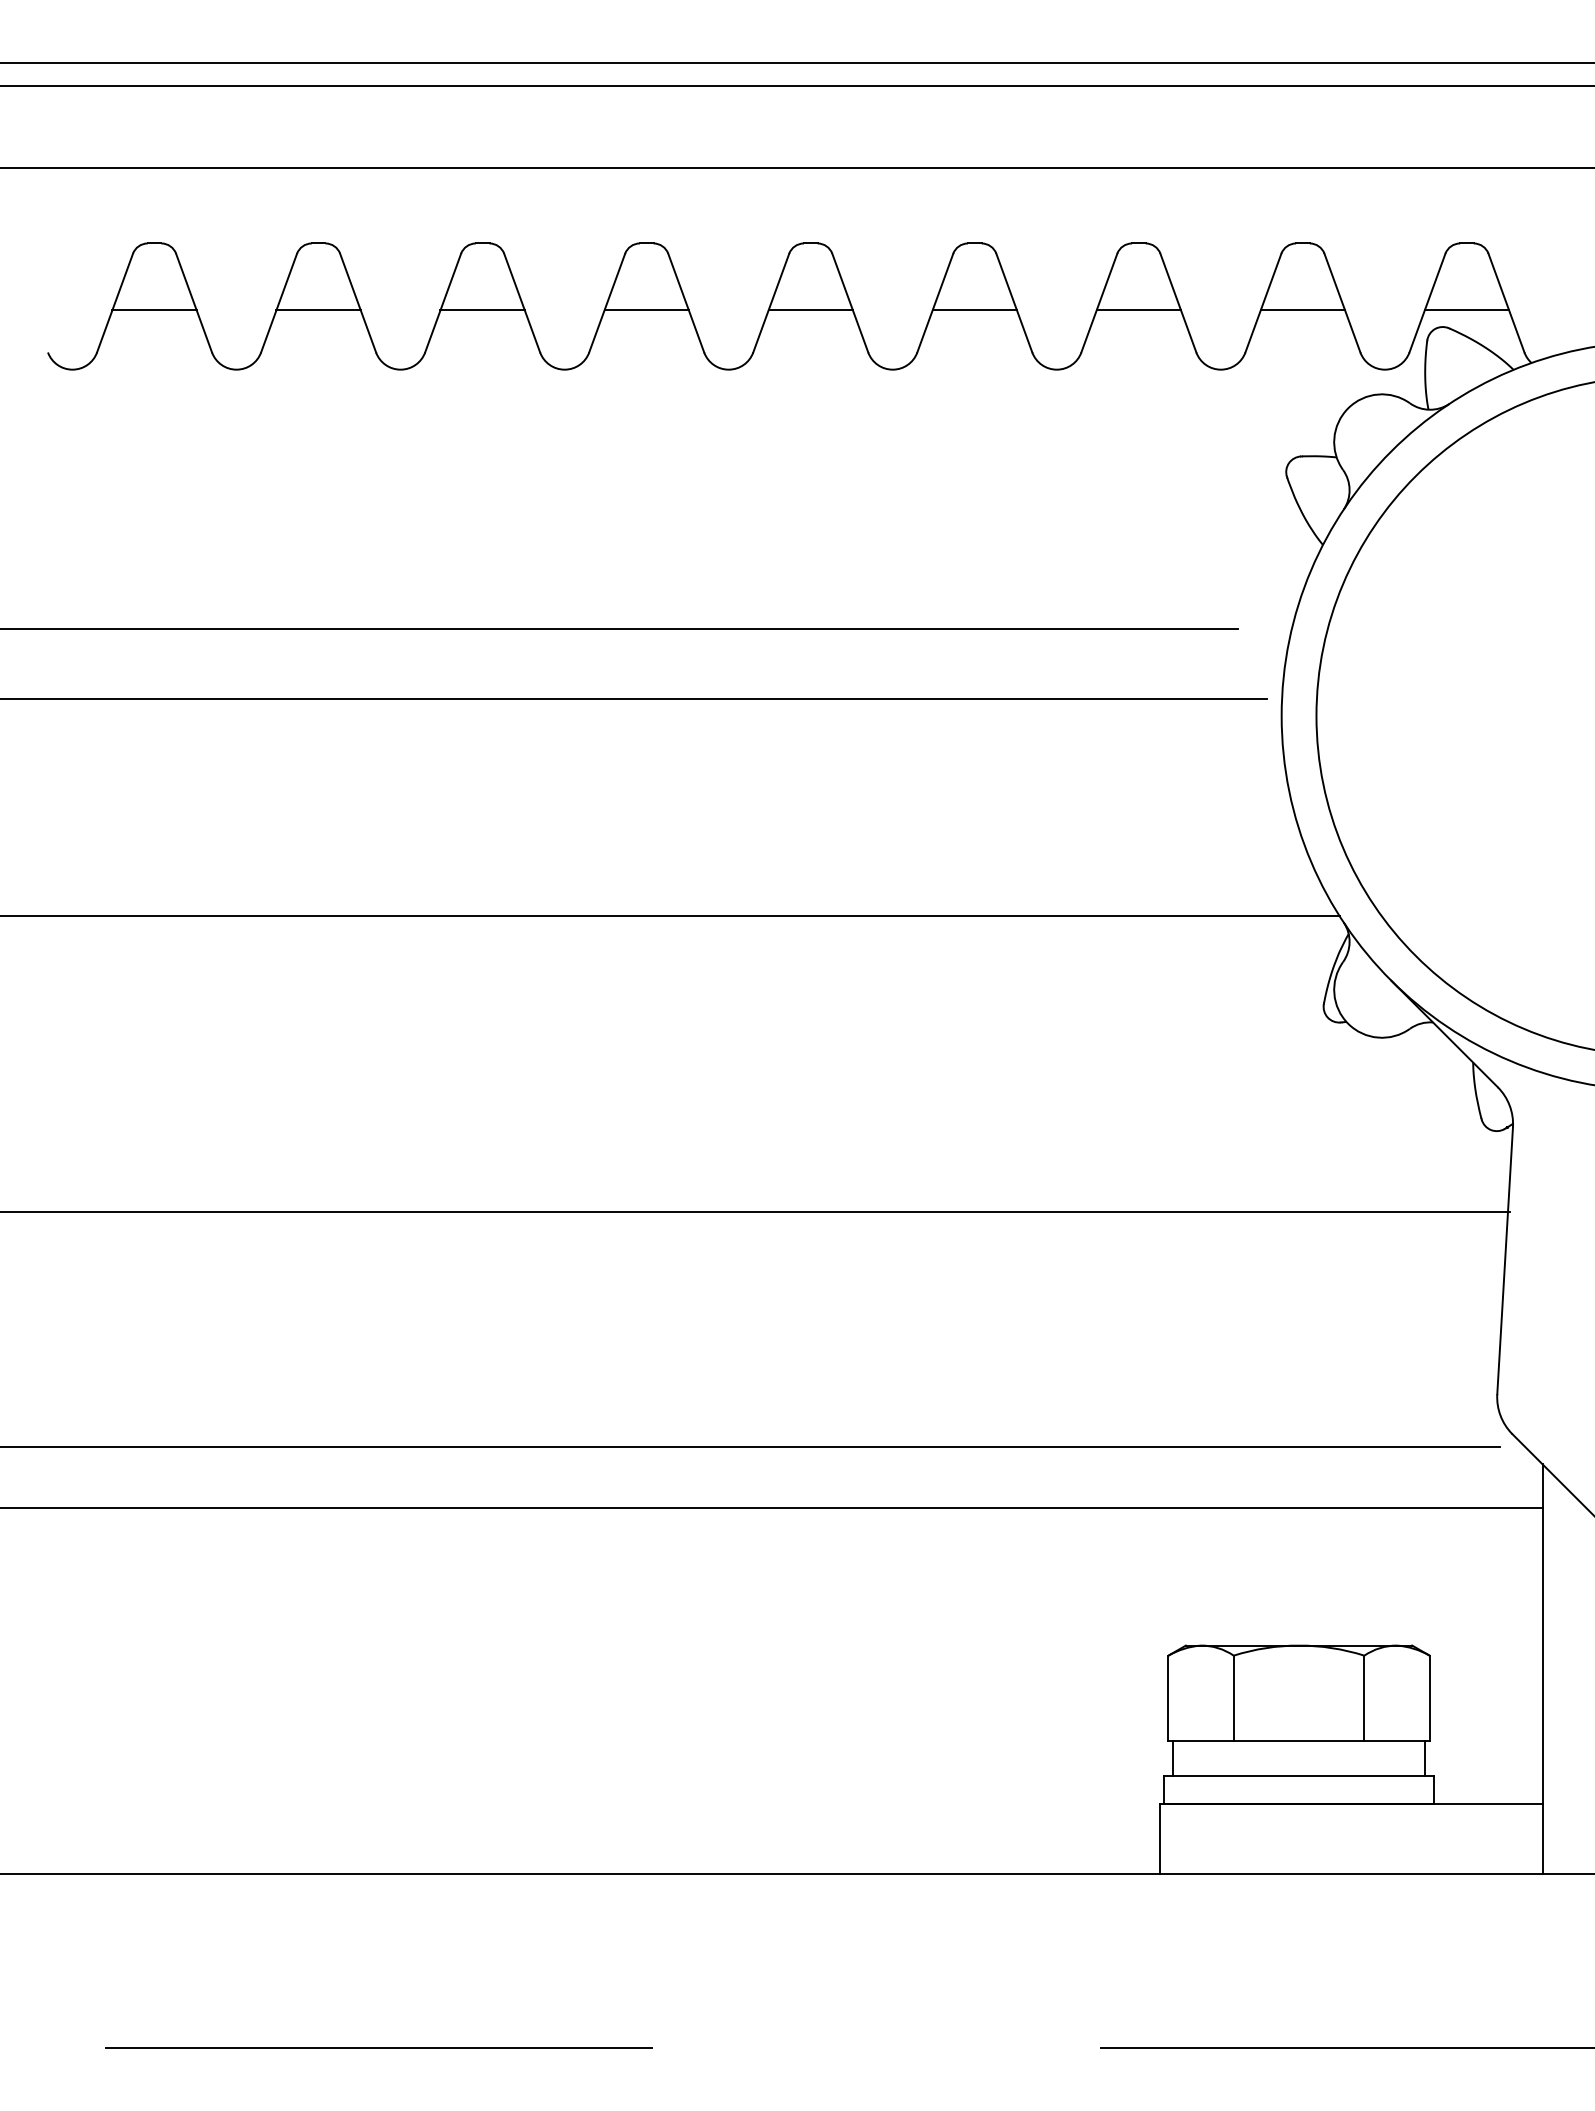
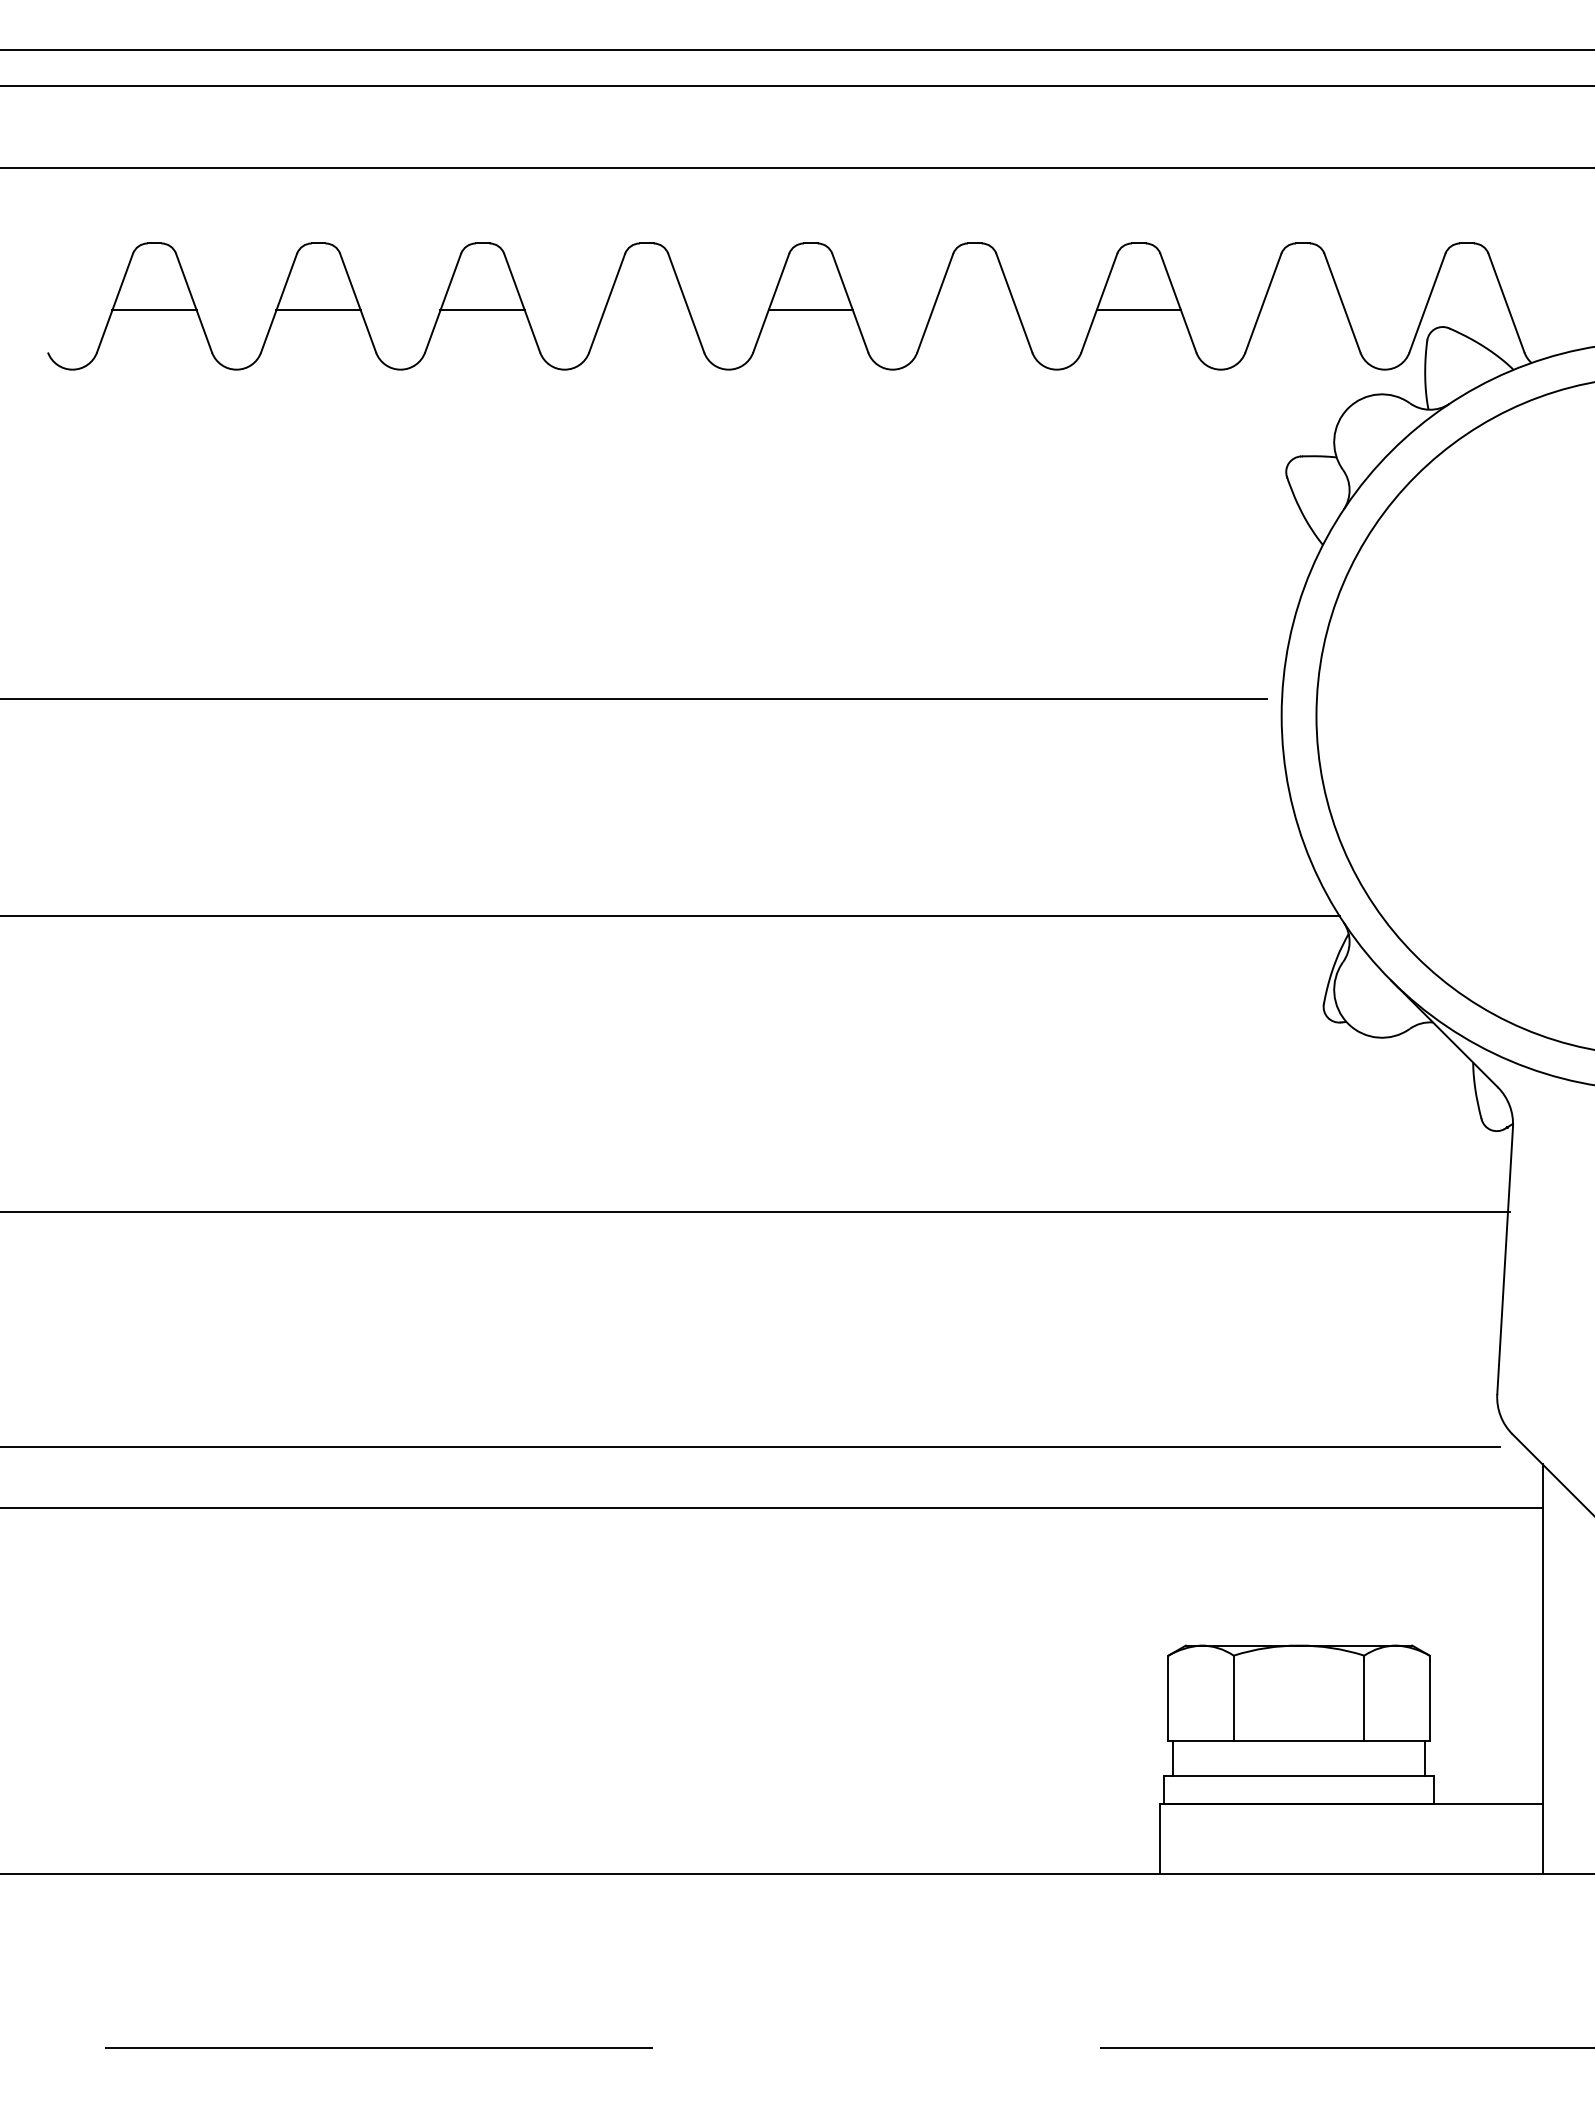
line at (796, 63) position: (796, 63) -> (796, 50)
line at (646, 310): present -> none
line at (974, 310): present -> none
line at (1302, 310): present -> none
line at (1466, 310): present -> none
line at (619, 629): present -> none
